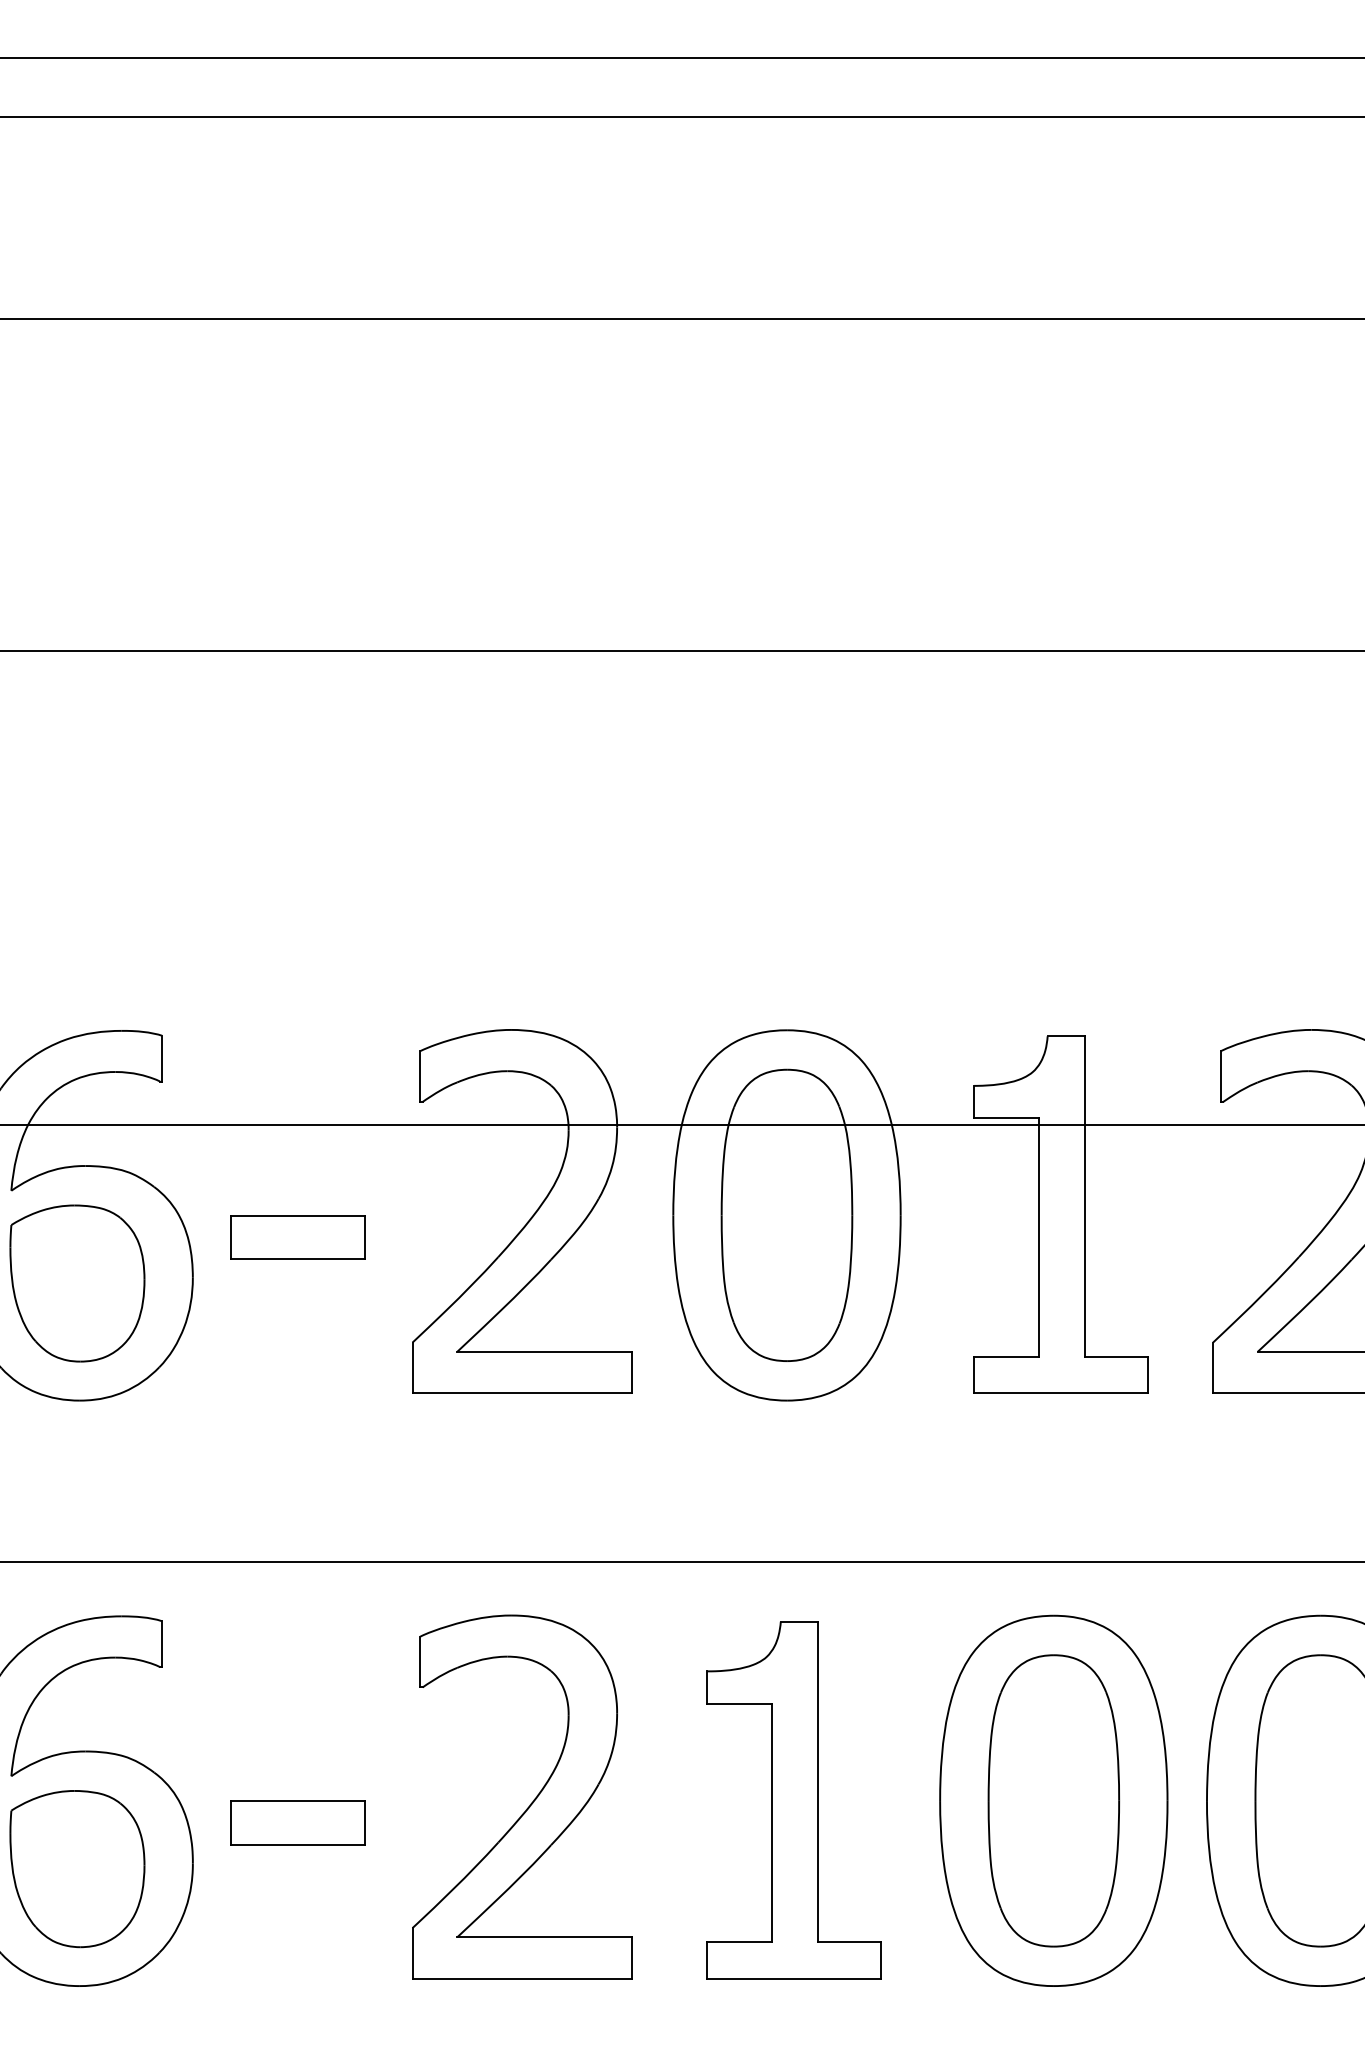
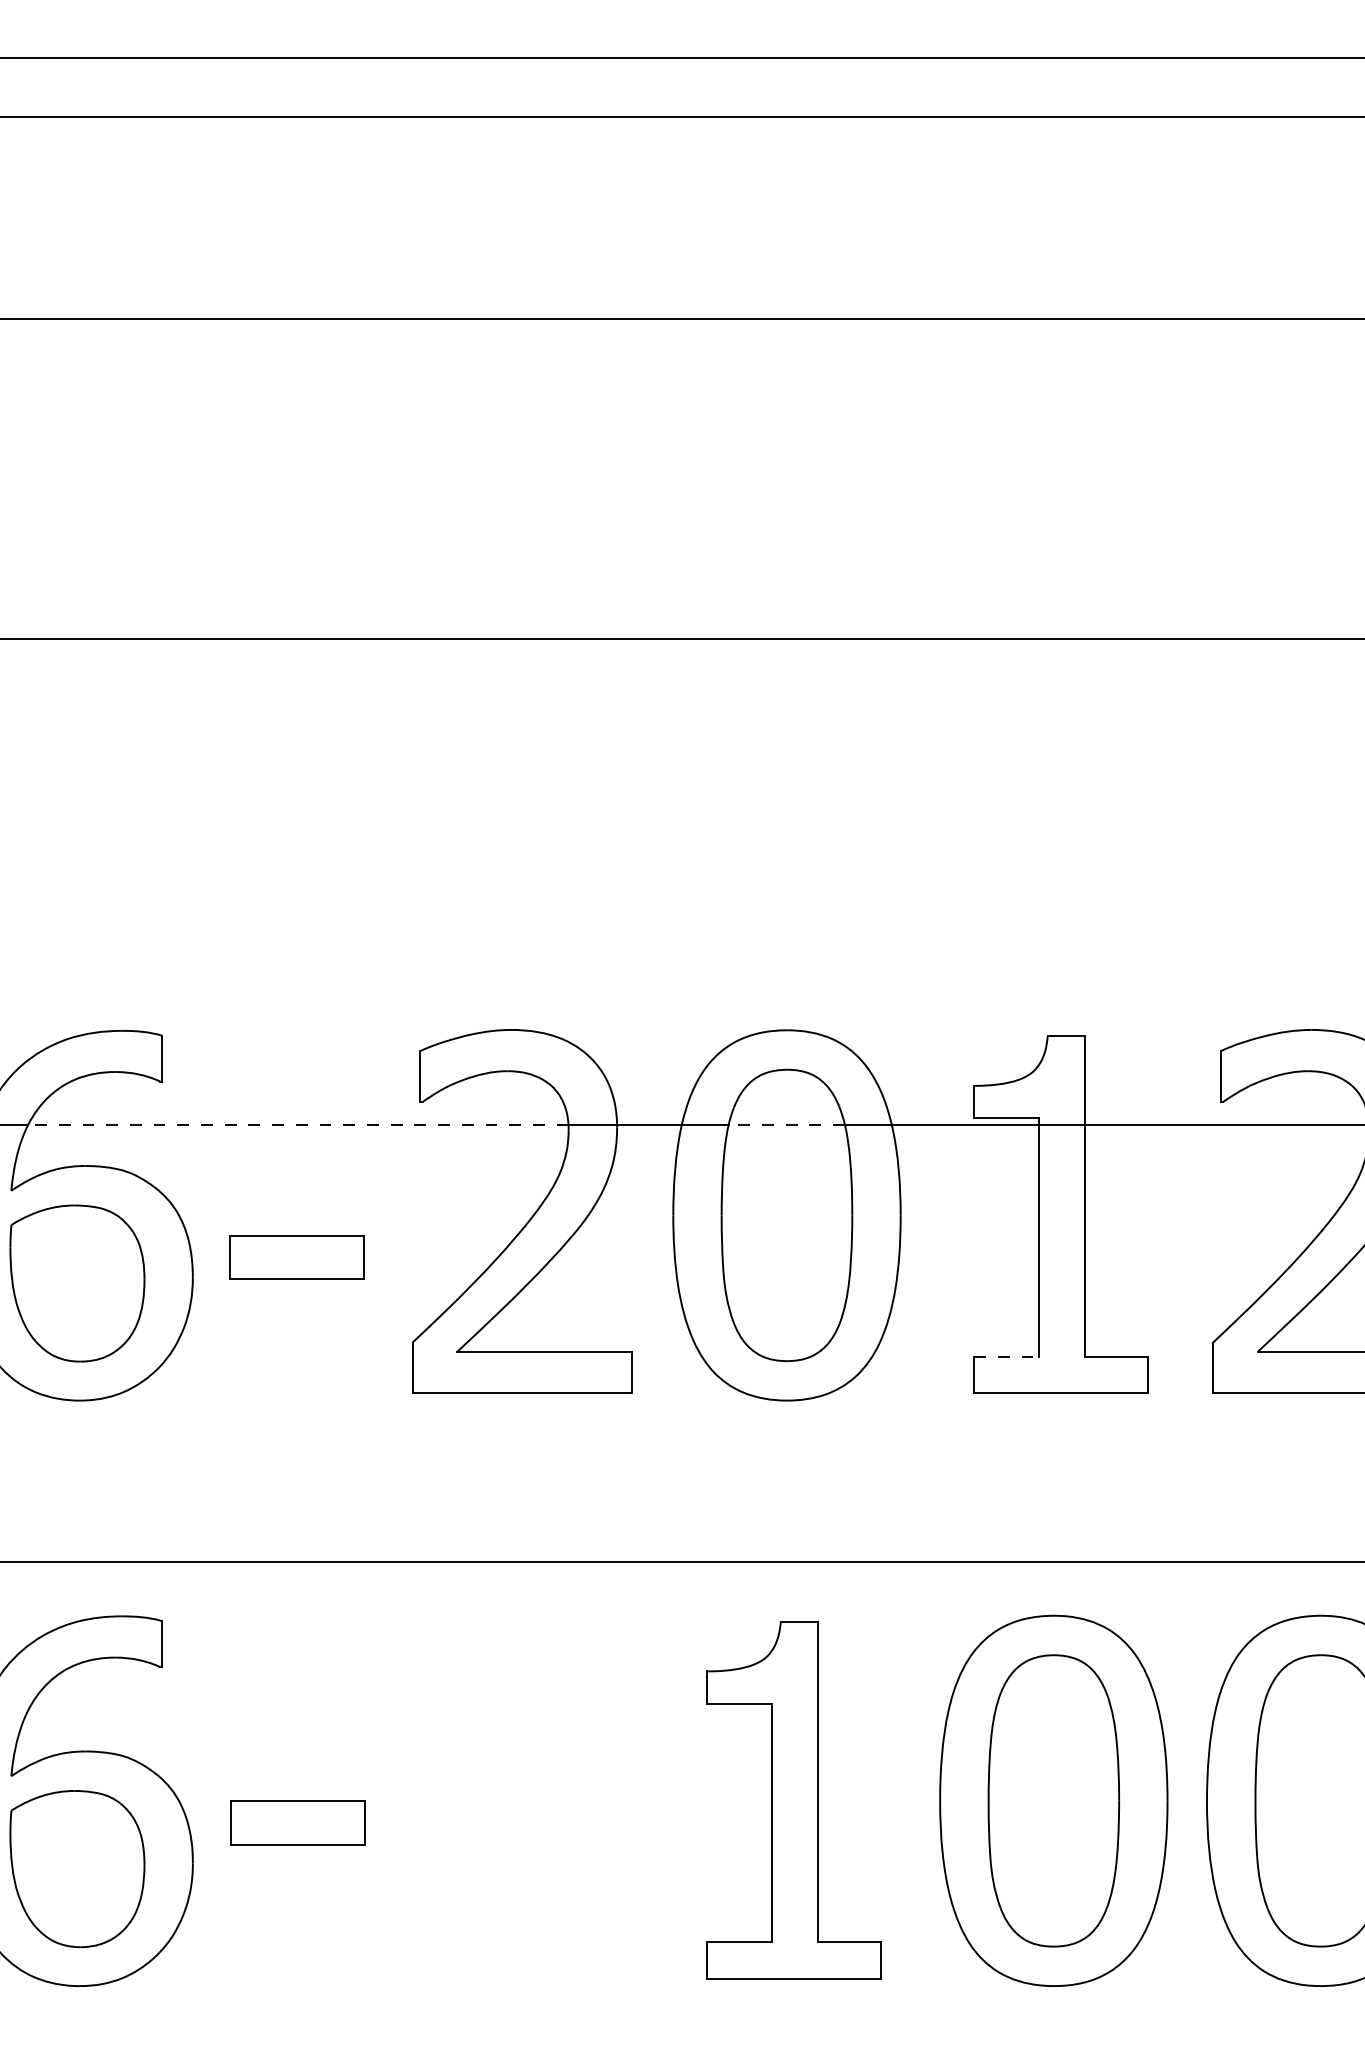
line at (681, 650) position: (681, 650) -> (681, 638)
line at (297, 1124): solid -> dashed
line at (786, 1124): solid -> dashed
part at (297, 1237) position: (297, 1237) -> (296, 1257)
line at (1006, 1356): solid -> dashed
part at (530, 1803): present -> none
